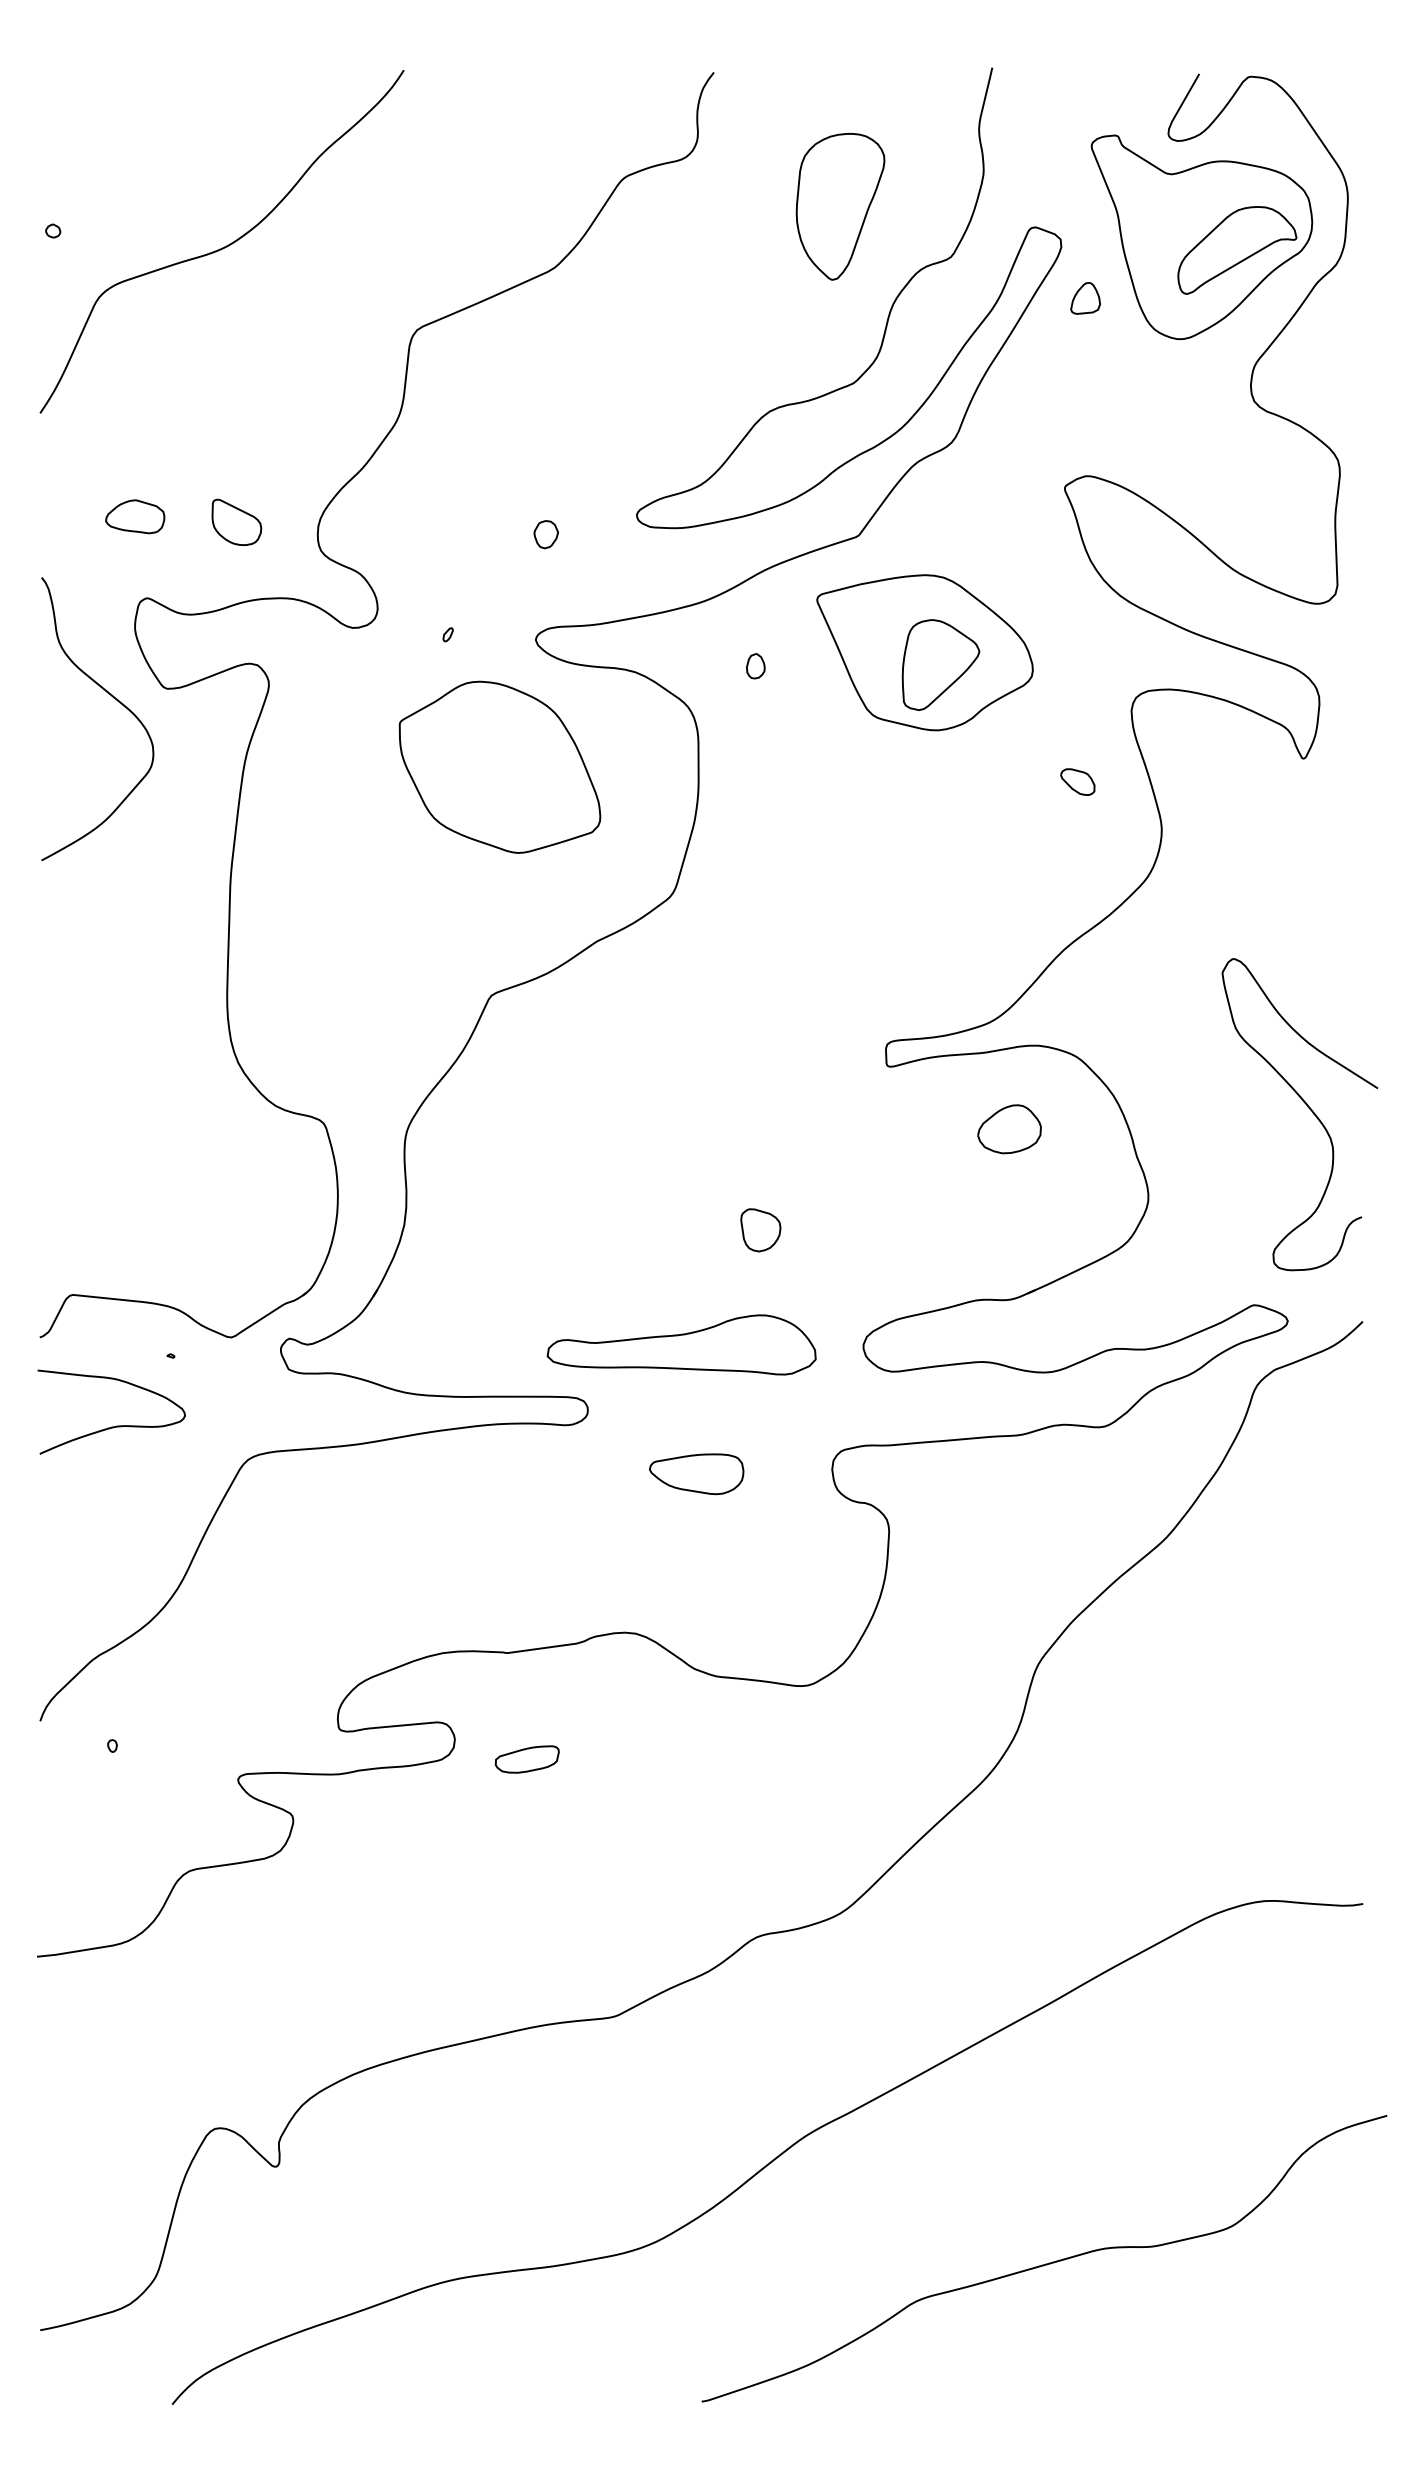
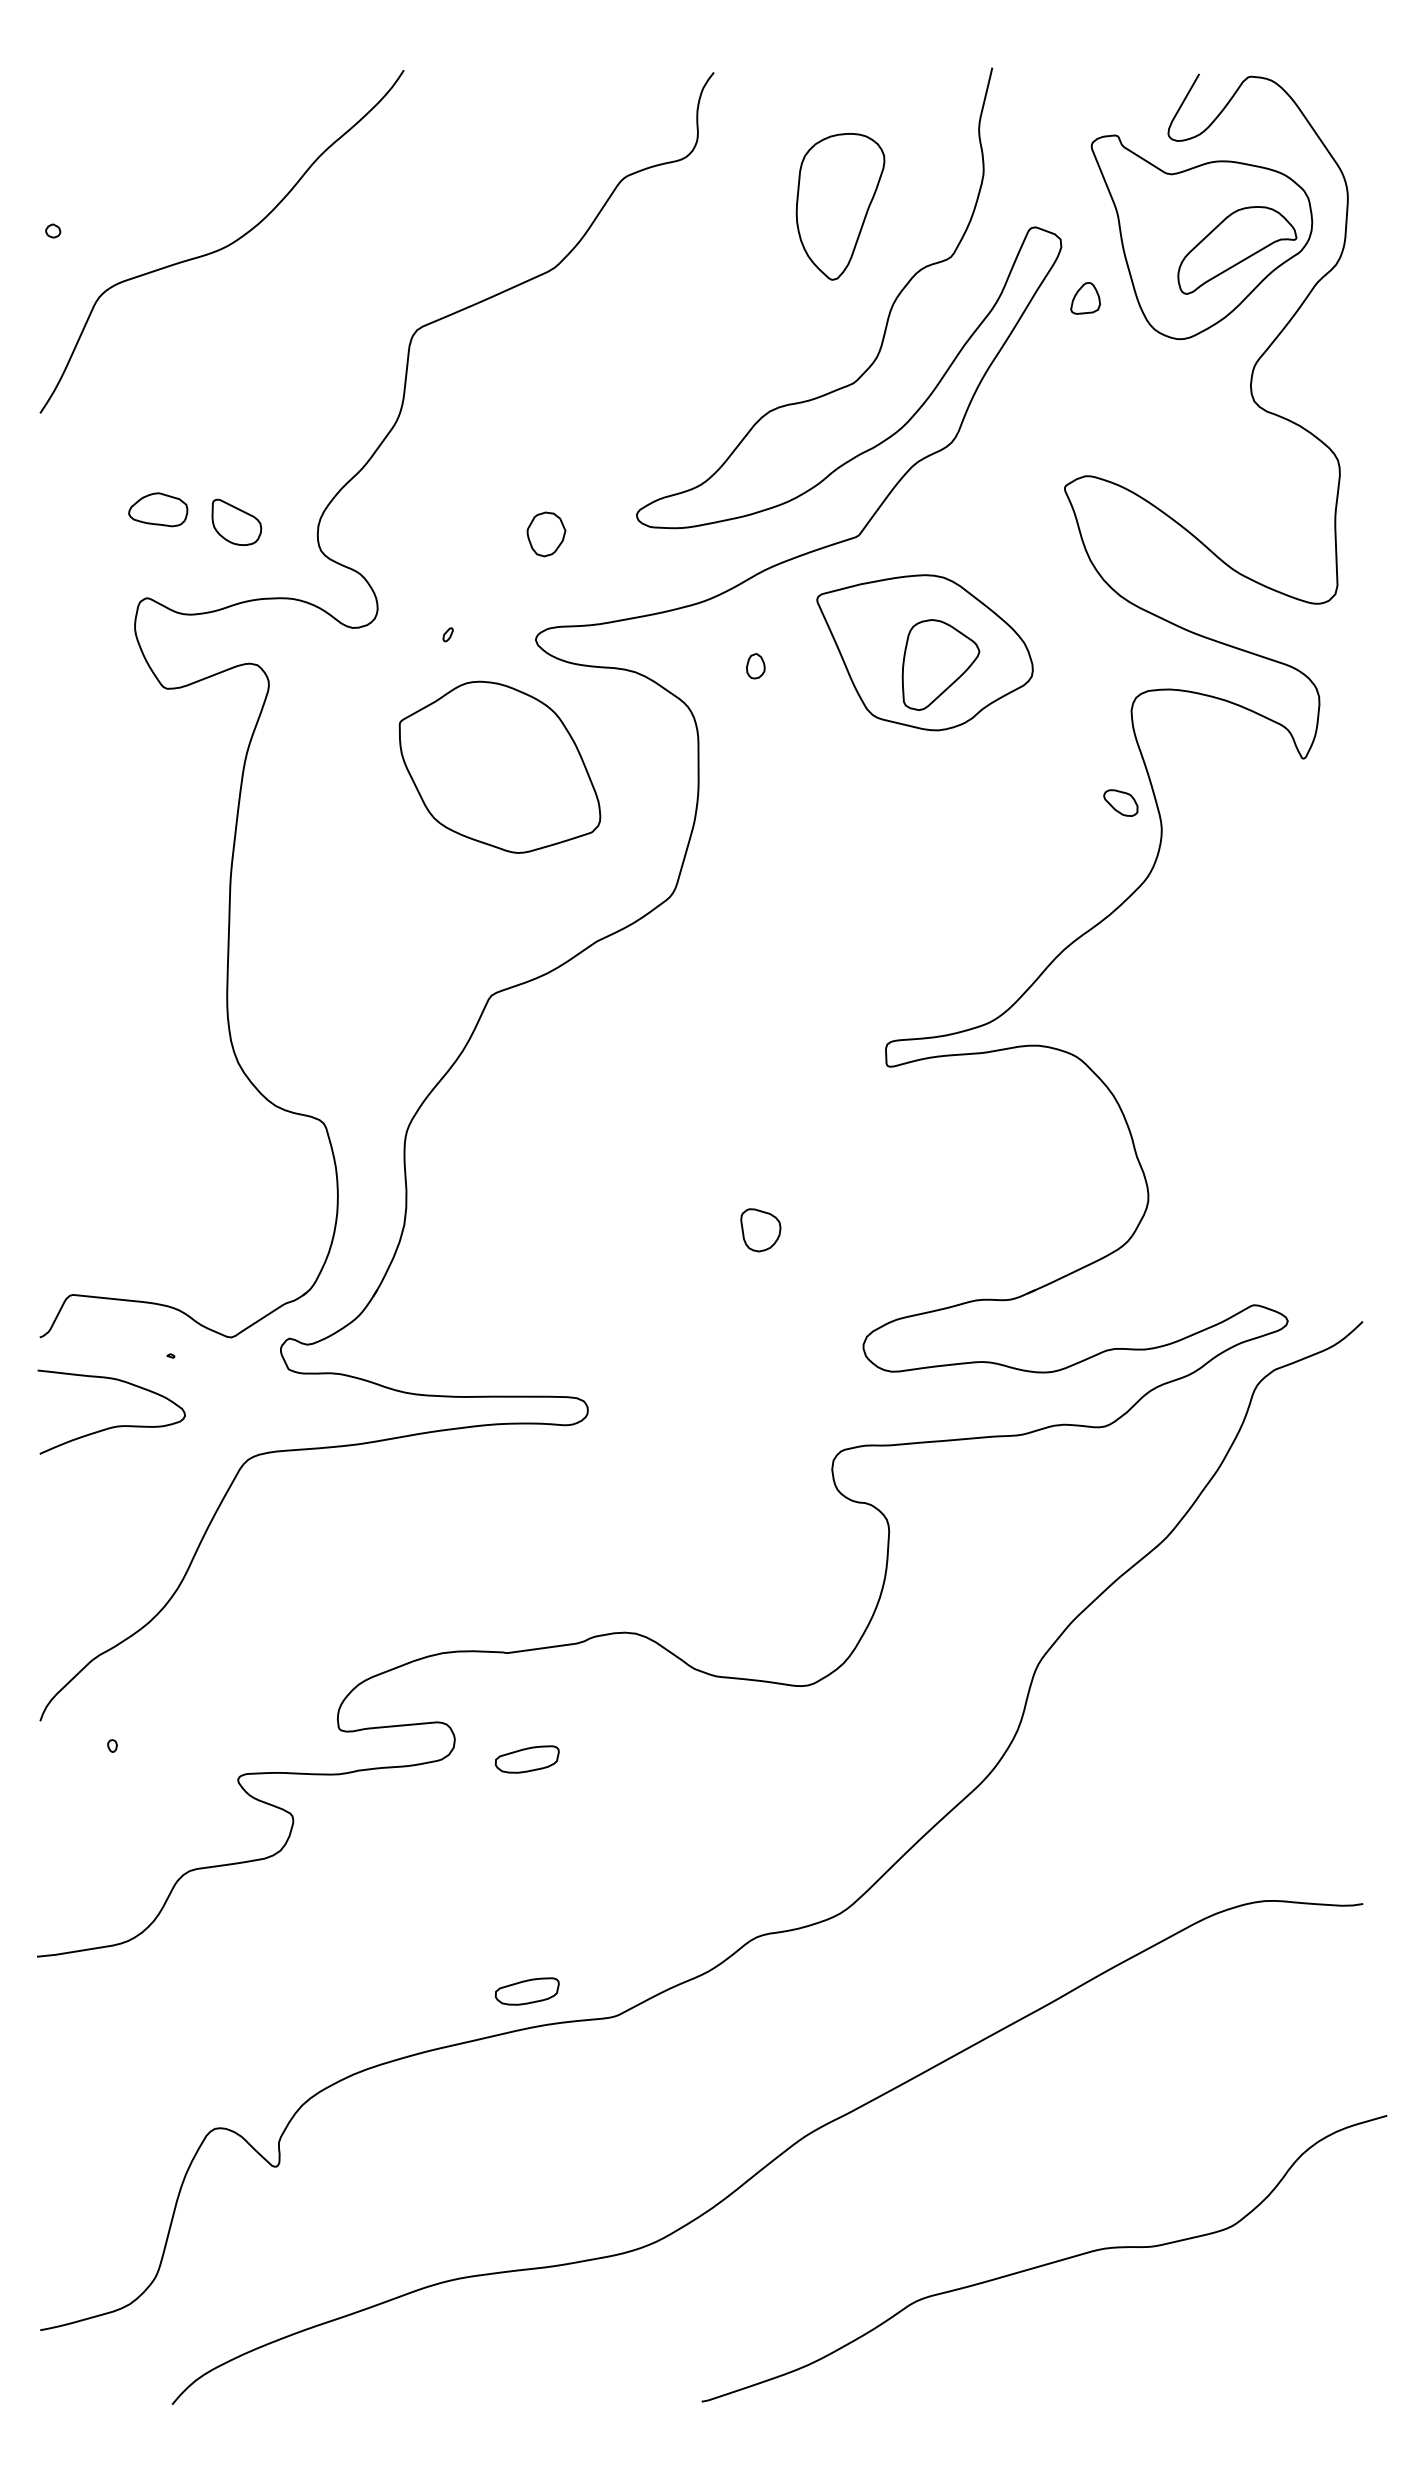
part at (135, 516) position: (135, 516) -> (158, 509)
part at (545, 534) size: 26x30 px -> 41x47 px
curve at (113, 698): present -> none
part at (1077, 781) position: (1077, 781) -> (1120, 802)
curve at (1307, 1107): present -> none
part at (1009, 1129): present -> none
part at (681, 1344): present -> none
part at (696, 1474): present -> none
part at (526, 1991): none -> present
